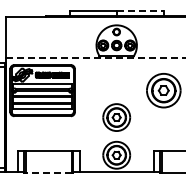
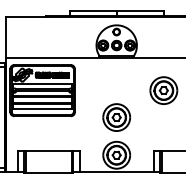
line at (140, 10): dashed -> solid
line at (96, 57): dashed -> solid
part at (163, 90) size: 36x36 px -> 30x29 px
line at (48, 173): dashed -> solid
